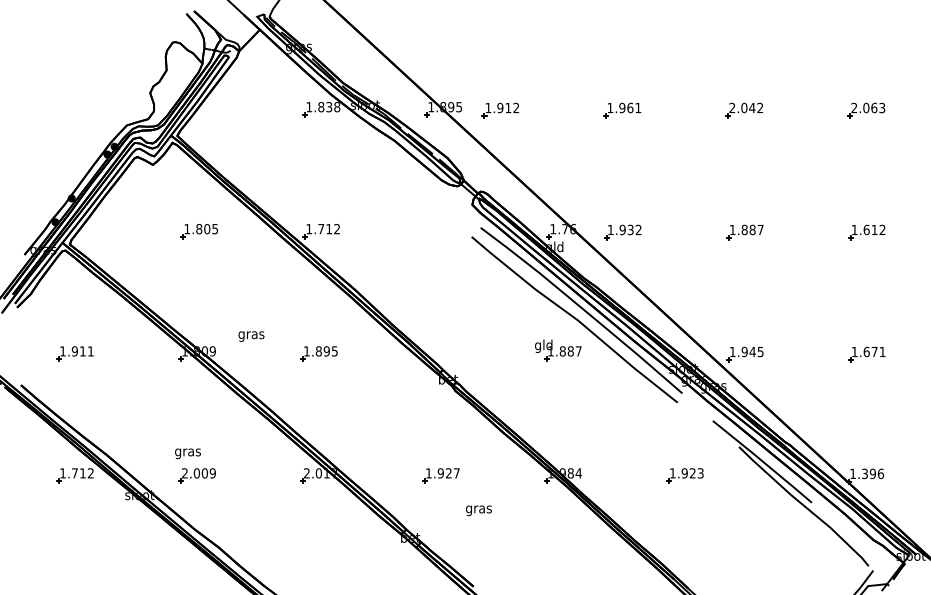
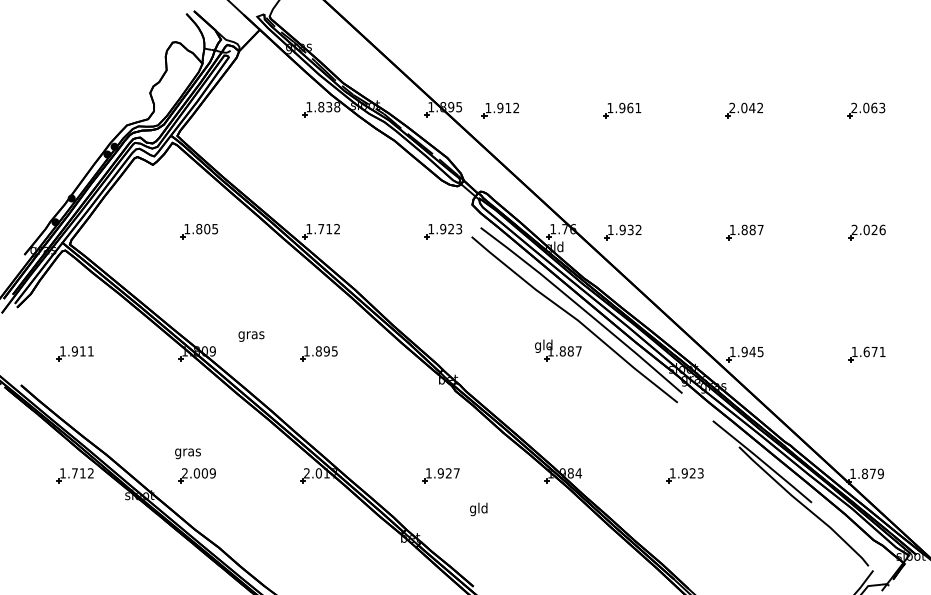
text at (868, 229): 1.612 -> 2.026
part at (443, 231): none -> present
text at (873, 473): 1.396 -> 1.879
text at (478, 509): gras -> gld
